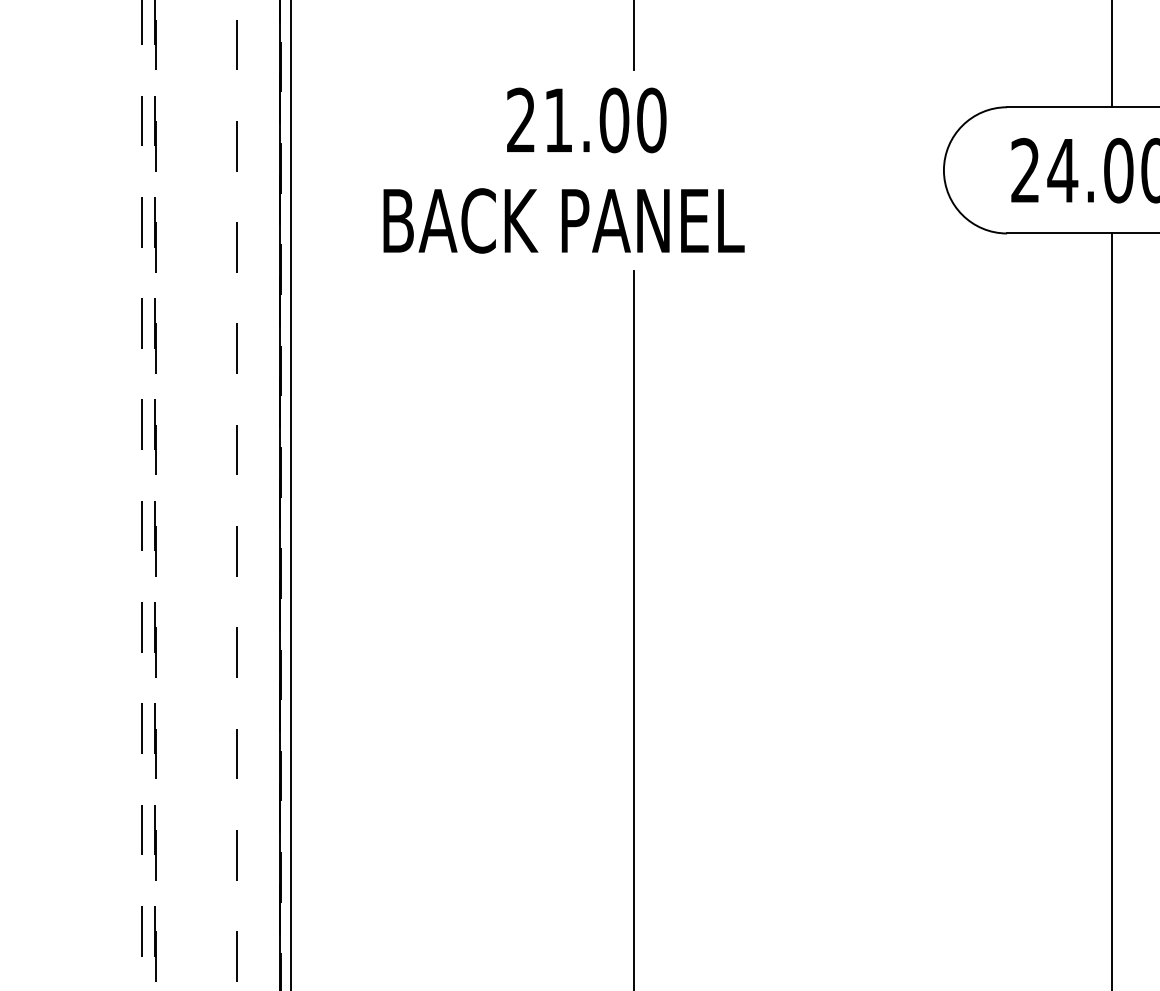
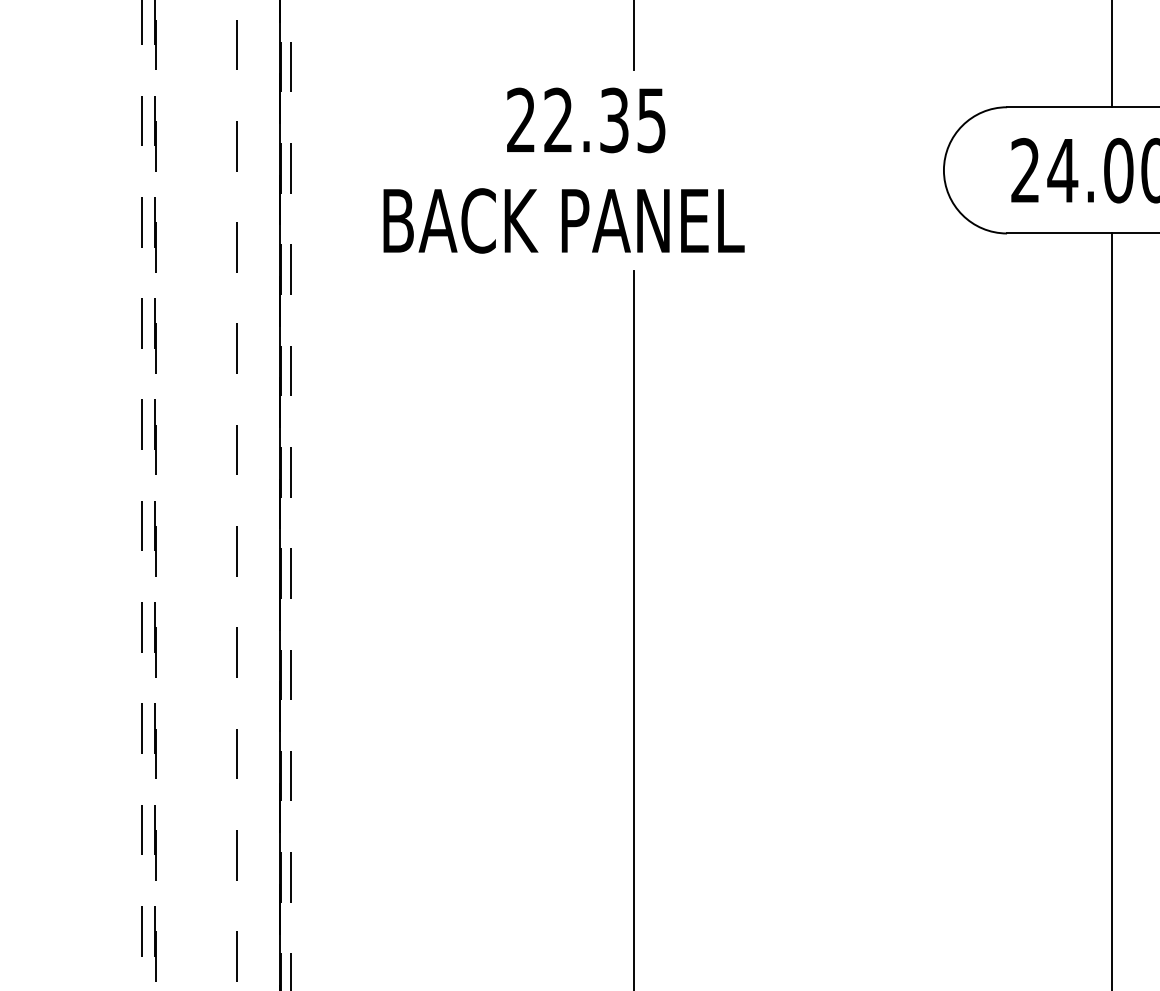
text at (605, 120): 21.00 -> 22.35
line at (290, 495): solid -> dashed
